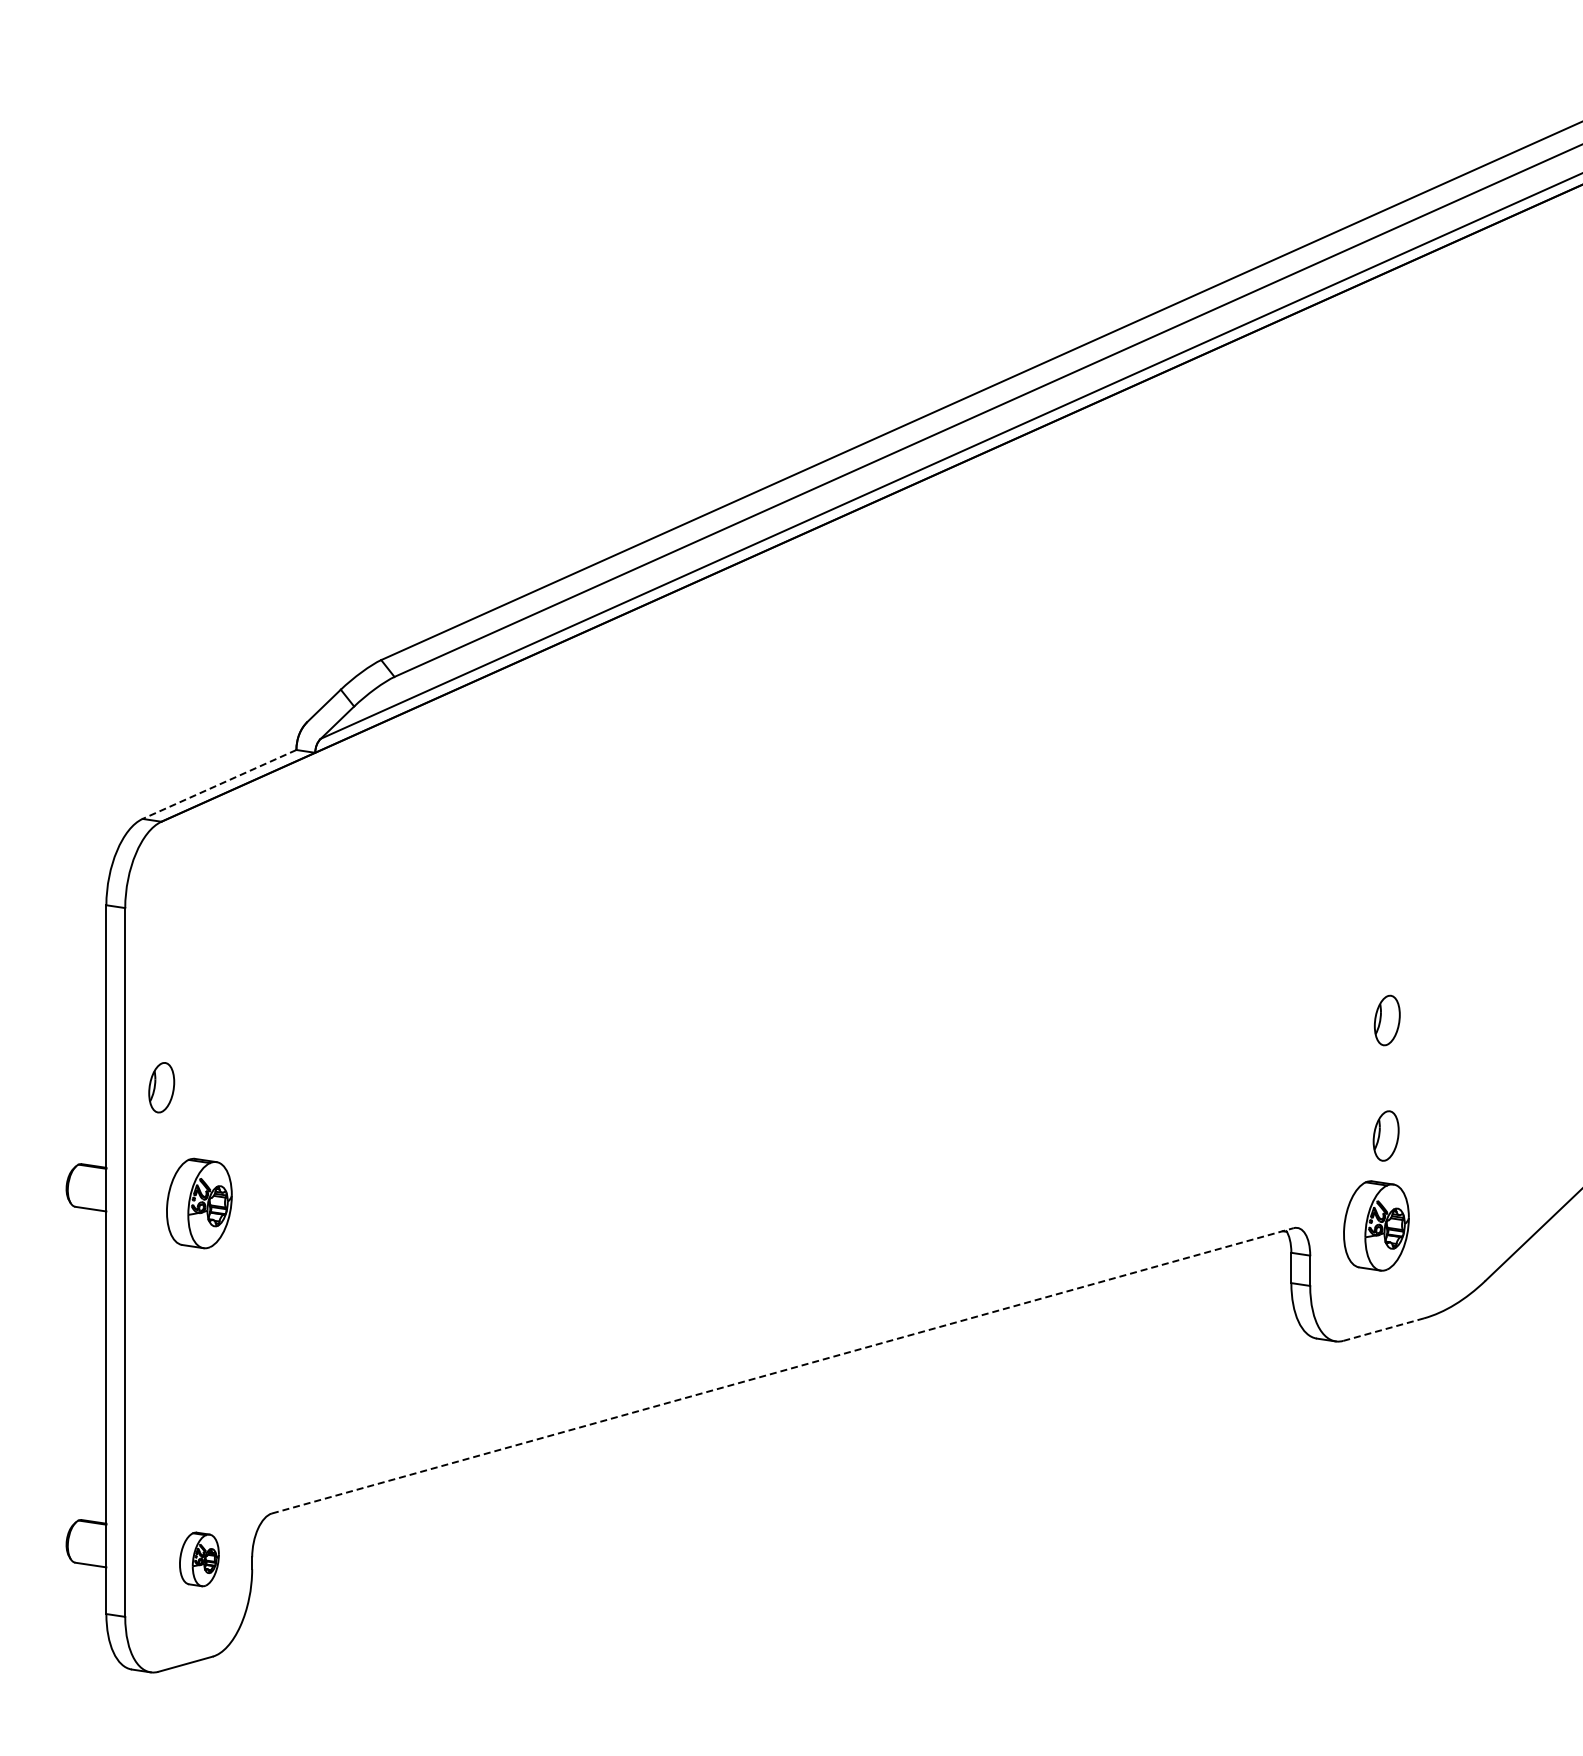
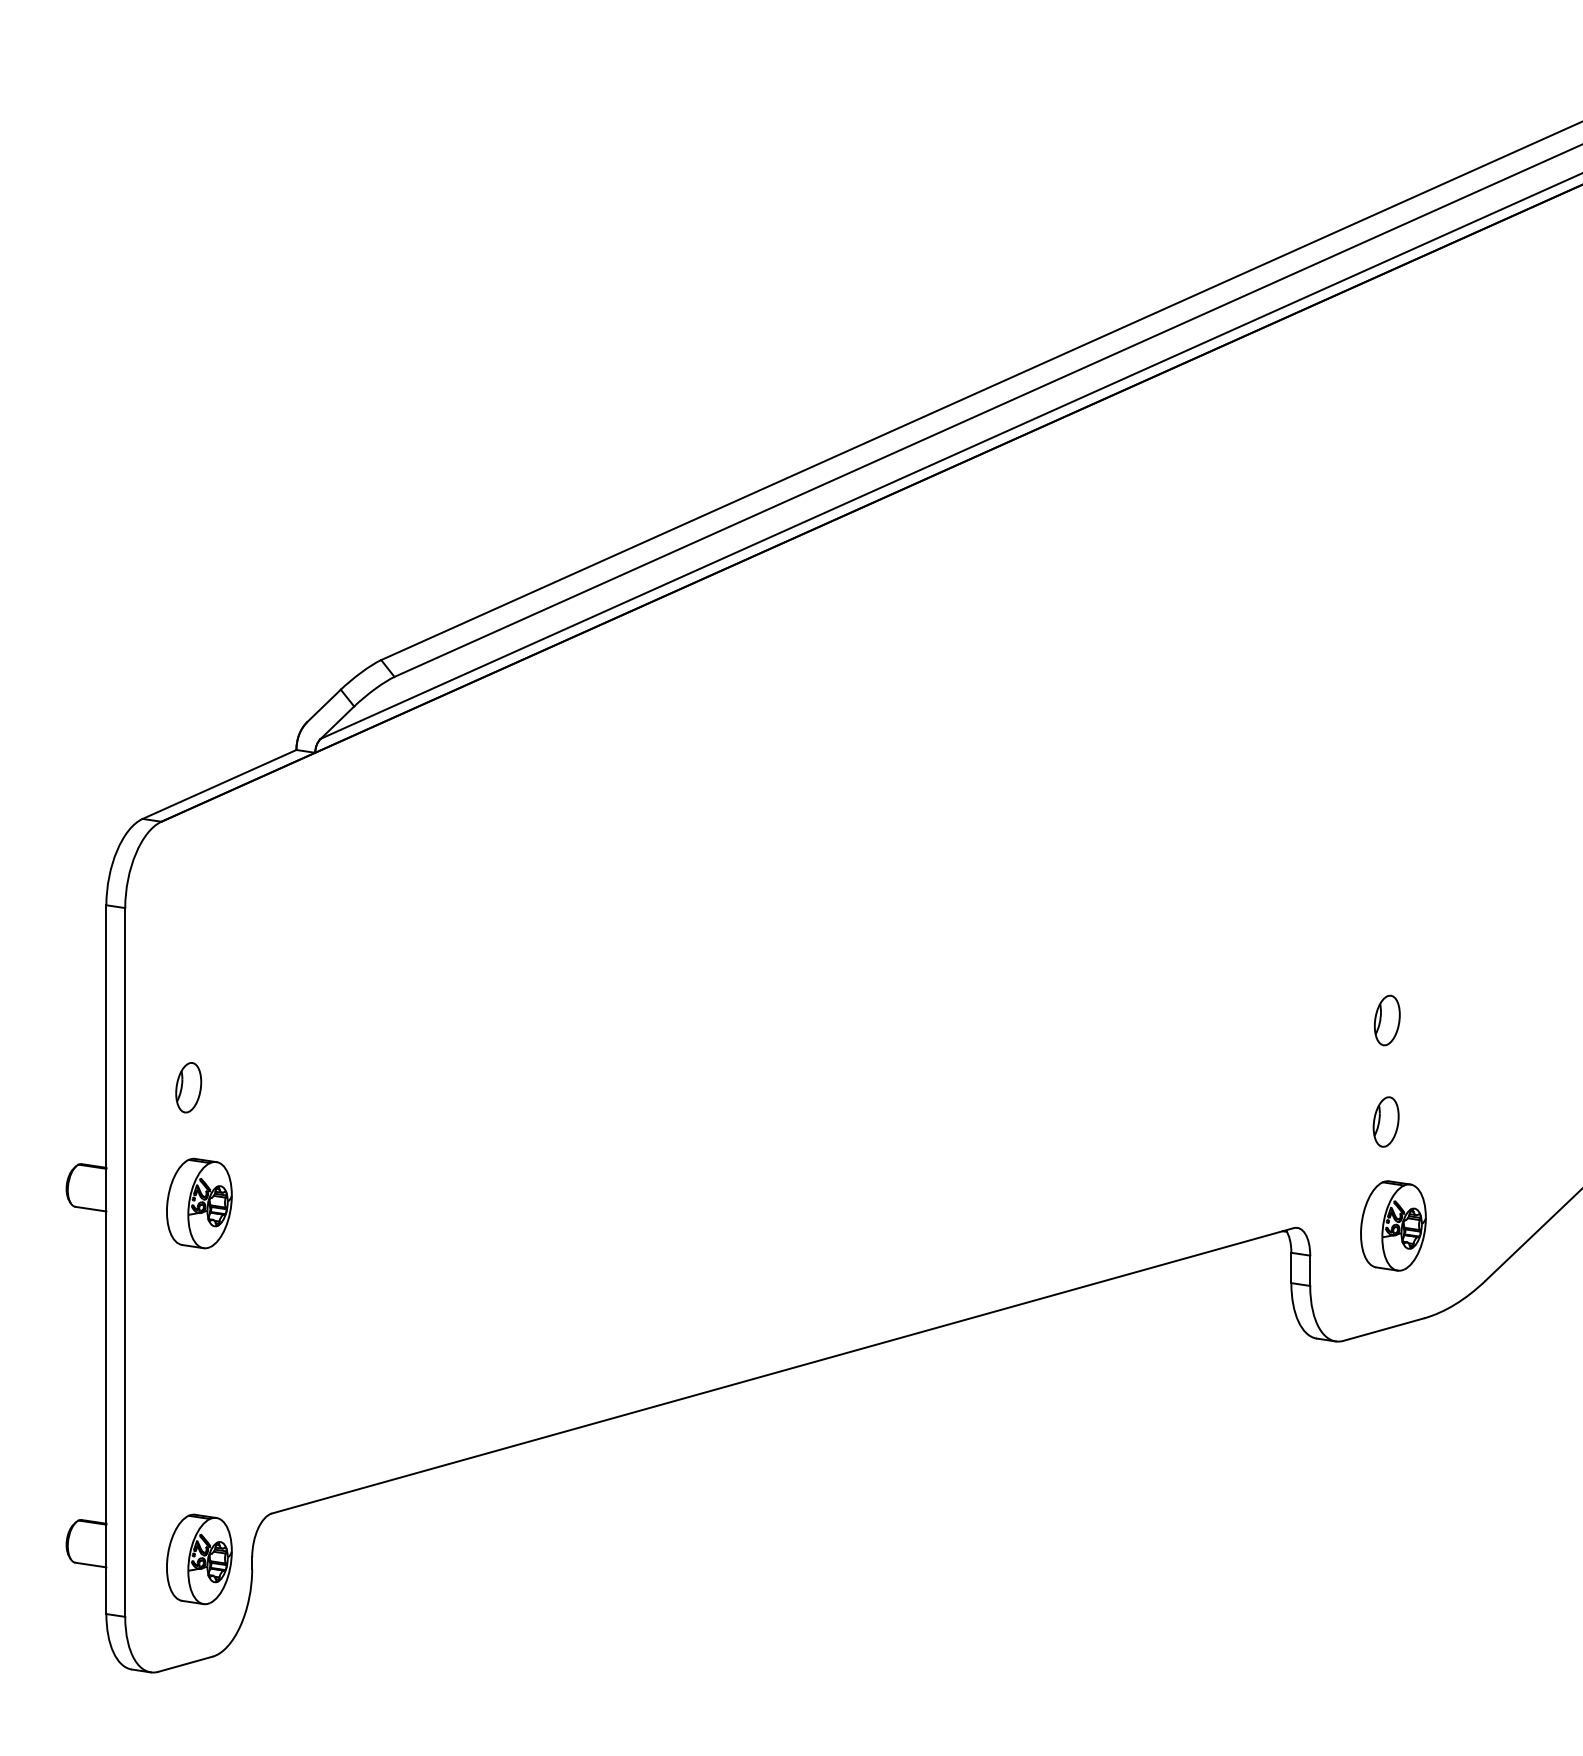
line at (219, 784): dashed -> solid
part at (161, 1087) position: (161, 1087) -> (188, 1087)
part at (1385, 1135) position: (1385, 1135) -> (1385, 1121)
part at (1376, 1225) position: (1376, 1225) -> (1393, 1225)
line at (1383, 1329): dashed -> solid
line at (783, 1370): dashed -> solid
part at (199, 1559) size: 41x57 px -> 67x93 px
